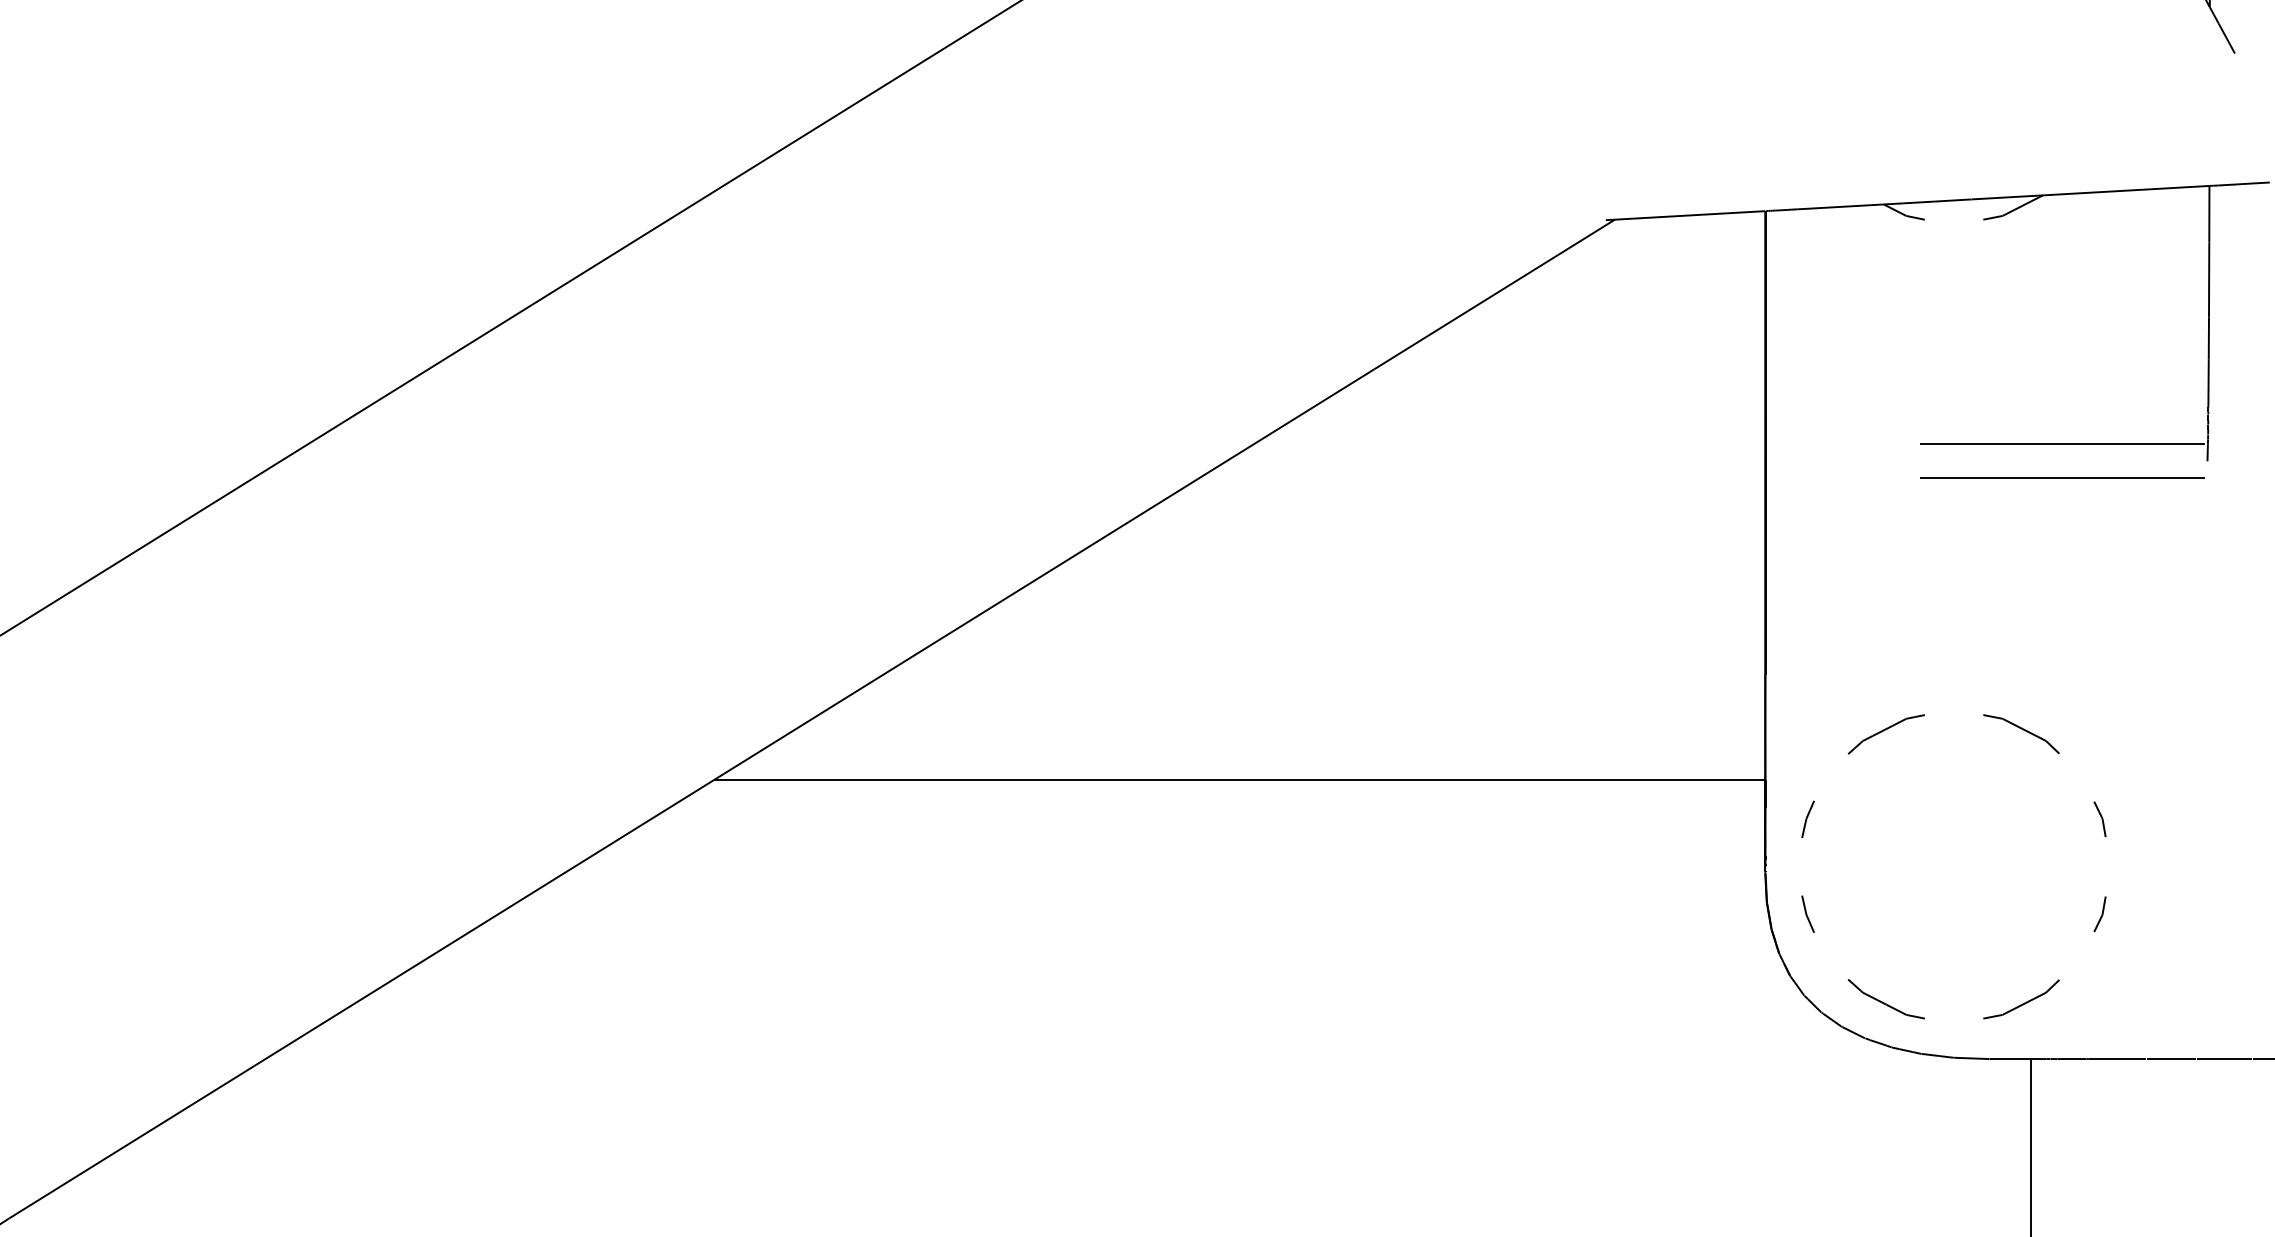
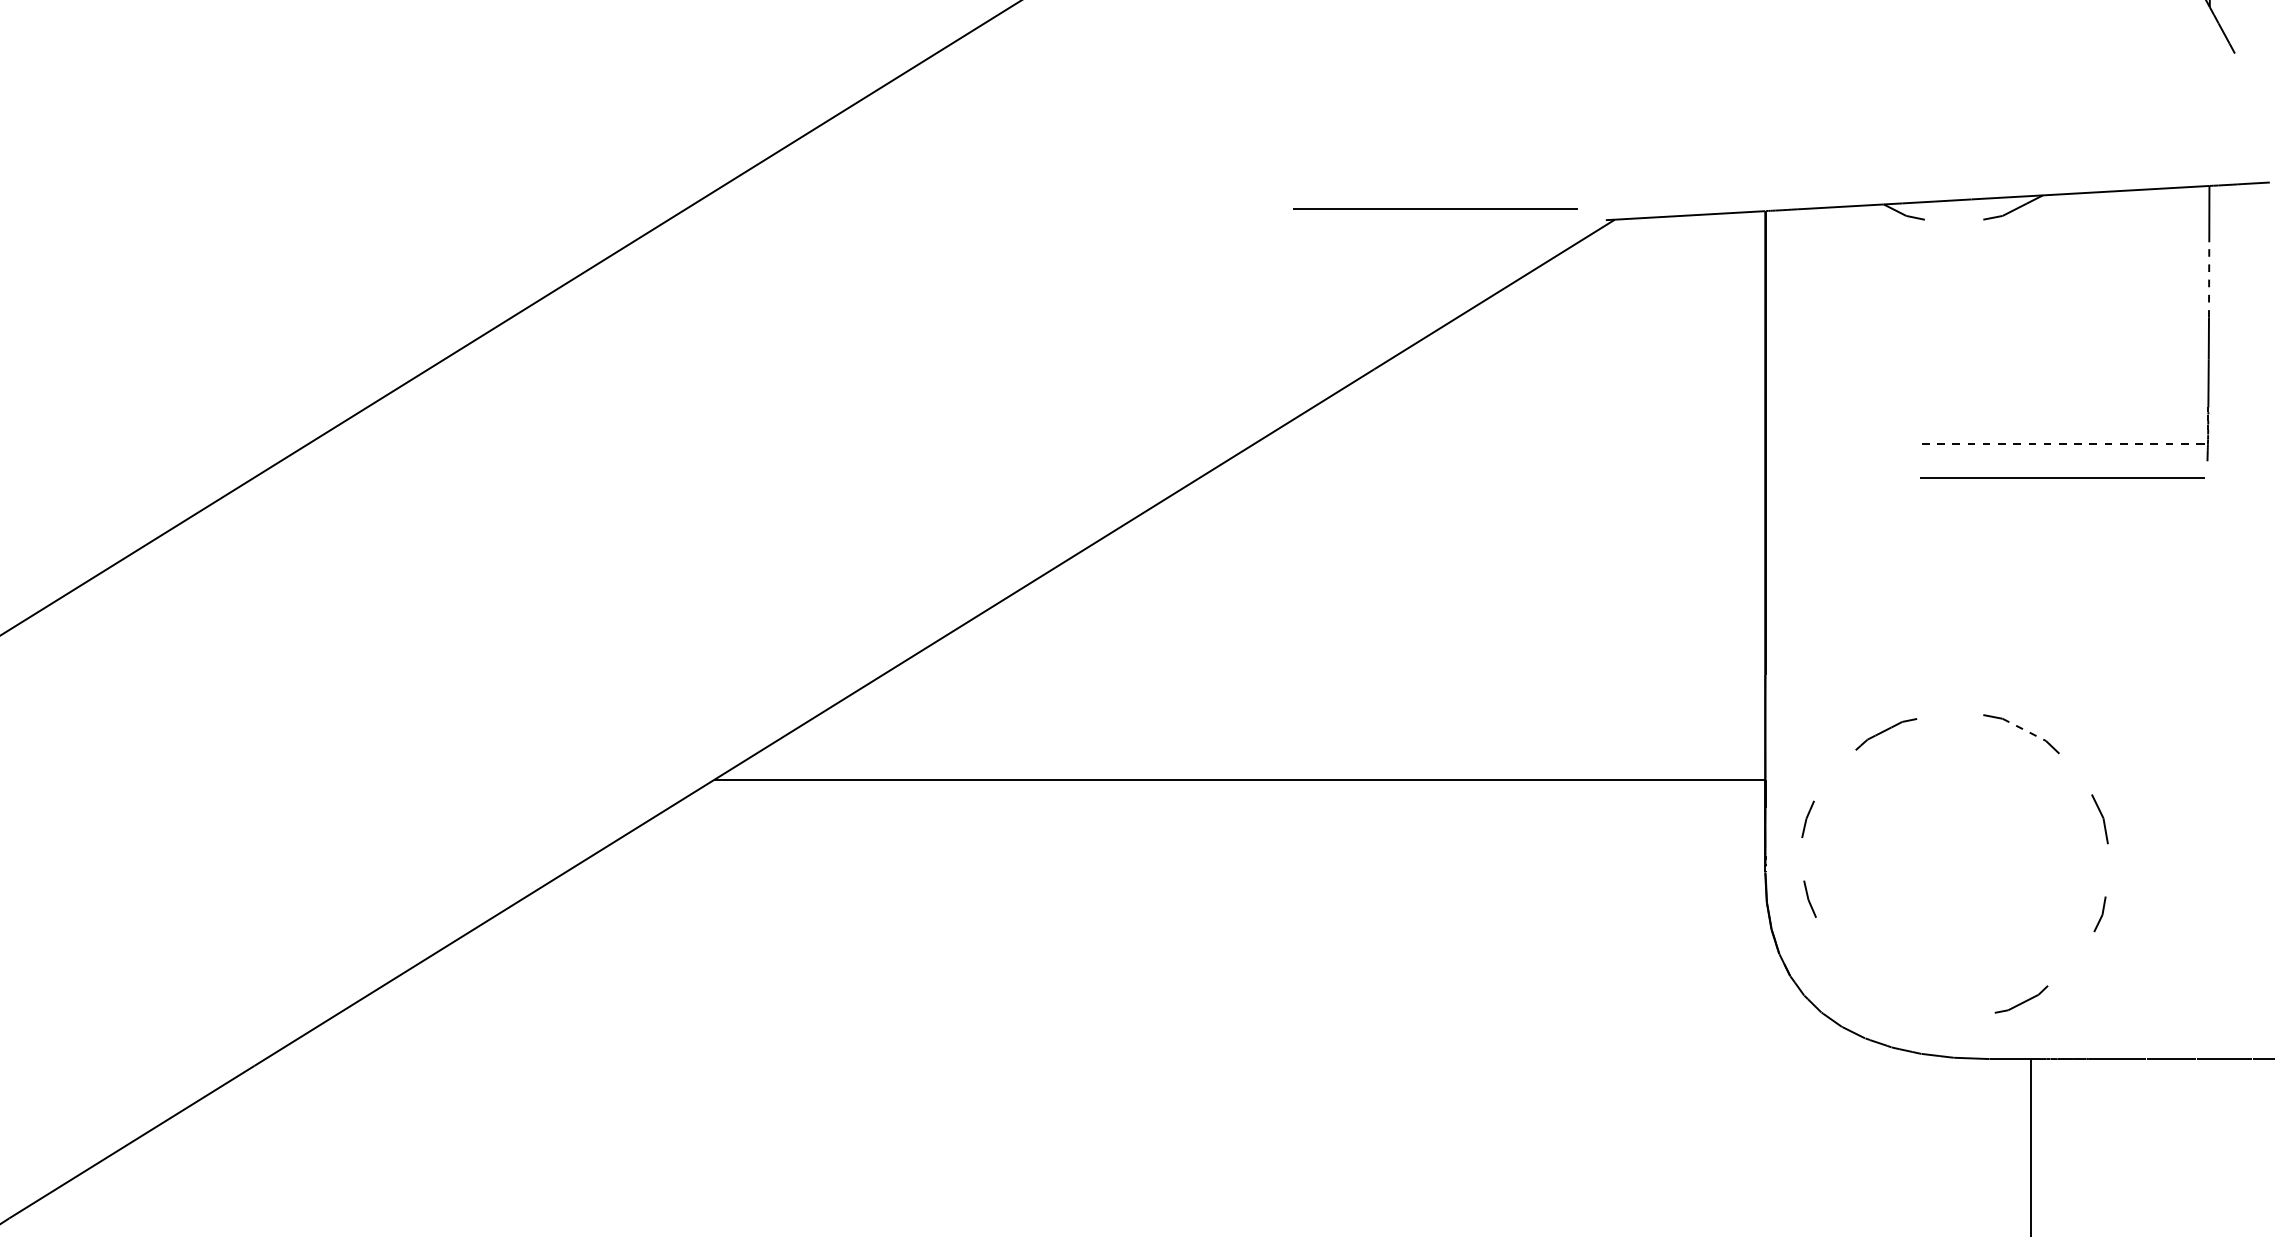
line at (1435, 208): none -> present
line at (2209, 280): solid -> dashed
line at (2061, 444): solid -> dashed
line at (2024, 730): solid -> dashed
part at (1885, 734) size: 78x41 px -> 63x33 px
part at (2099, 819) size: 14x37 px -> 18x51 px
part at (1807, 913) position: (1807, 913) -> (1809, 898)
part at (1885, 999): present -> none
part at (2021, 999) size: 77x41 px -> 55x29 px
